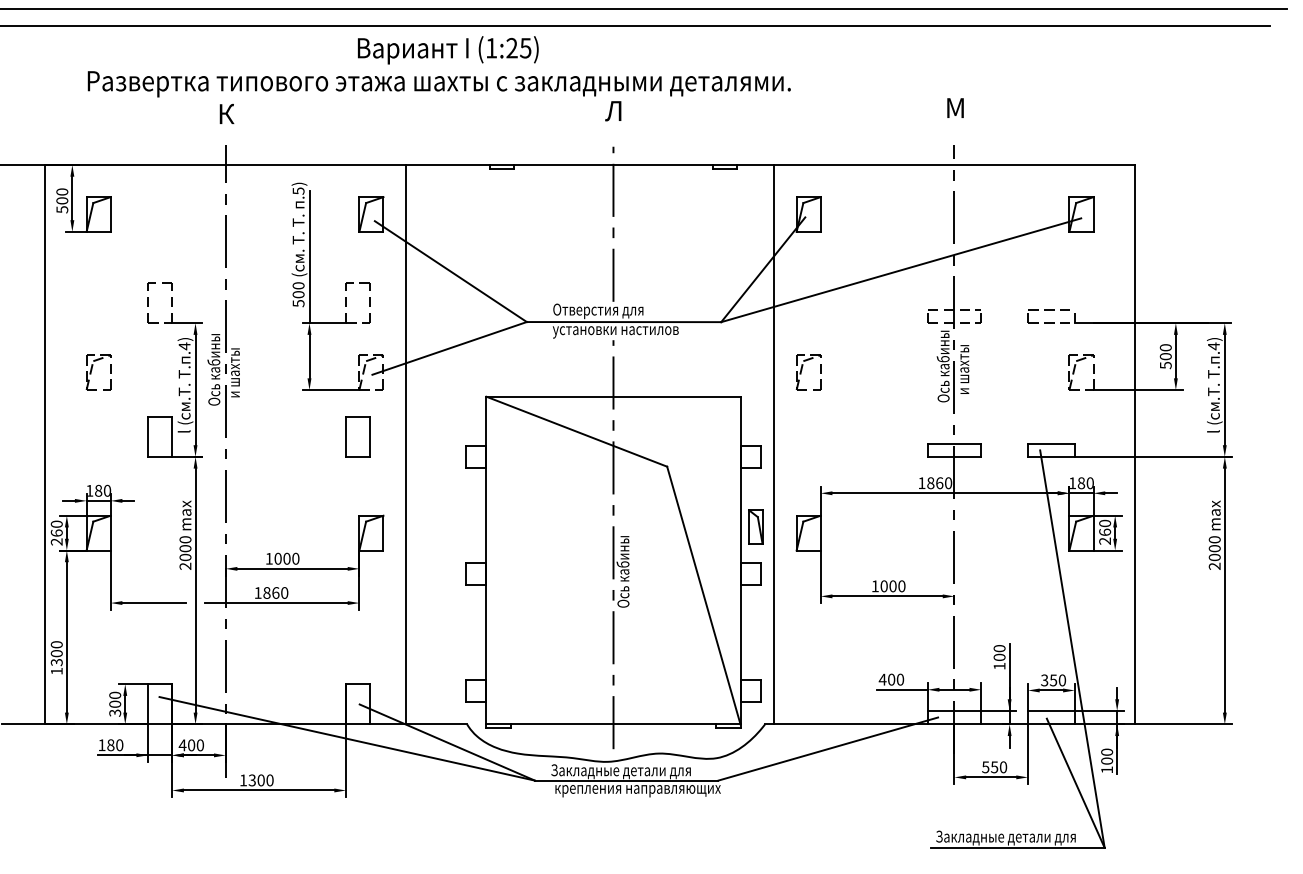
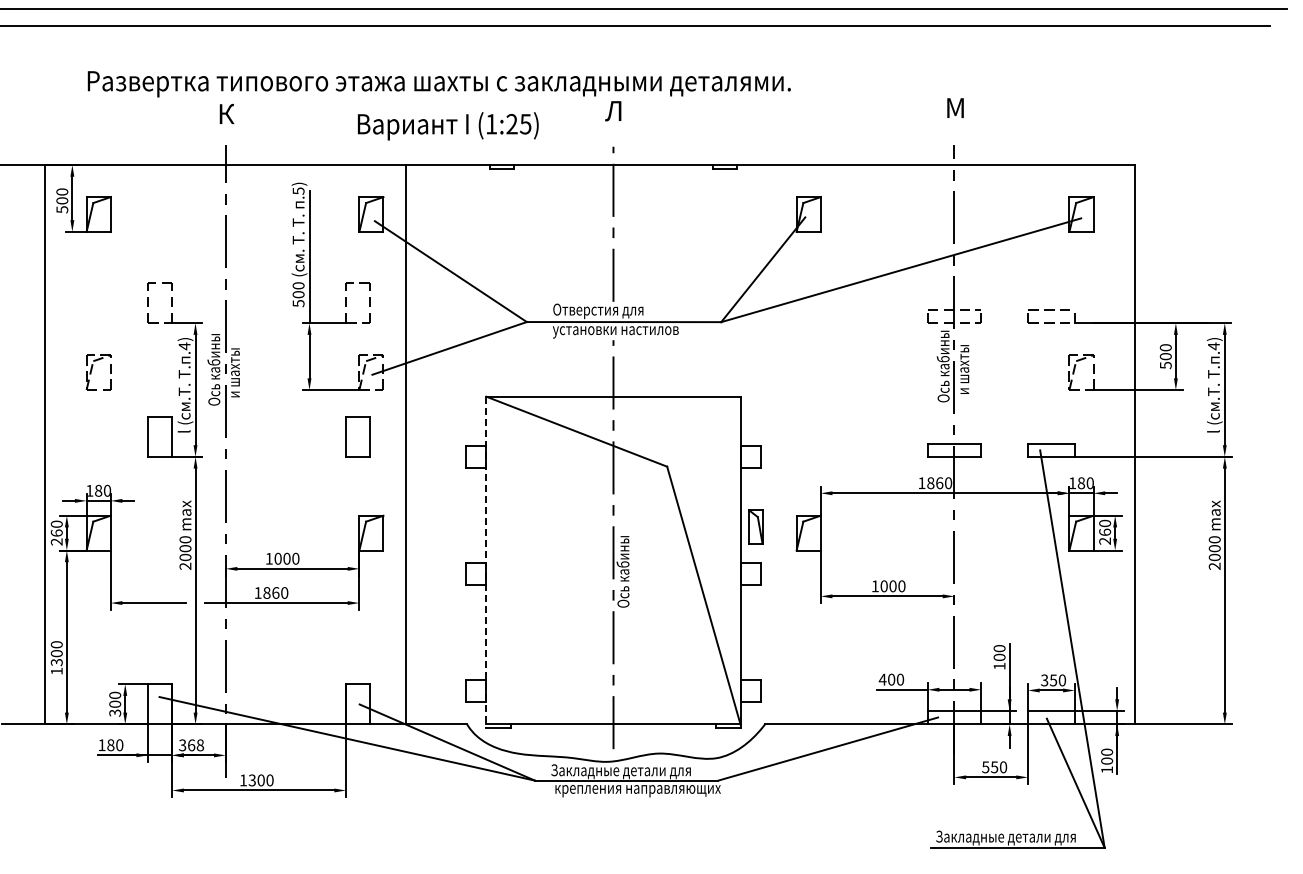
text at (448, 50) position: (448, 50) -> (448, 126)
part at (802, 370): present -> none
line at (773, 444): present -> none
line at (486, 562): solid -> dashed
text at (191, 745): 400 -> 368
